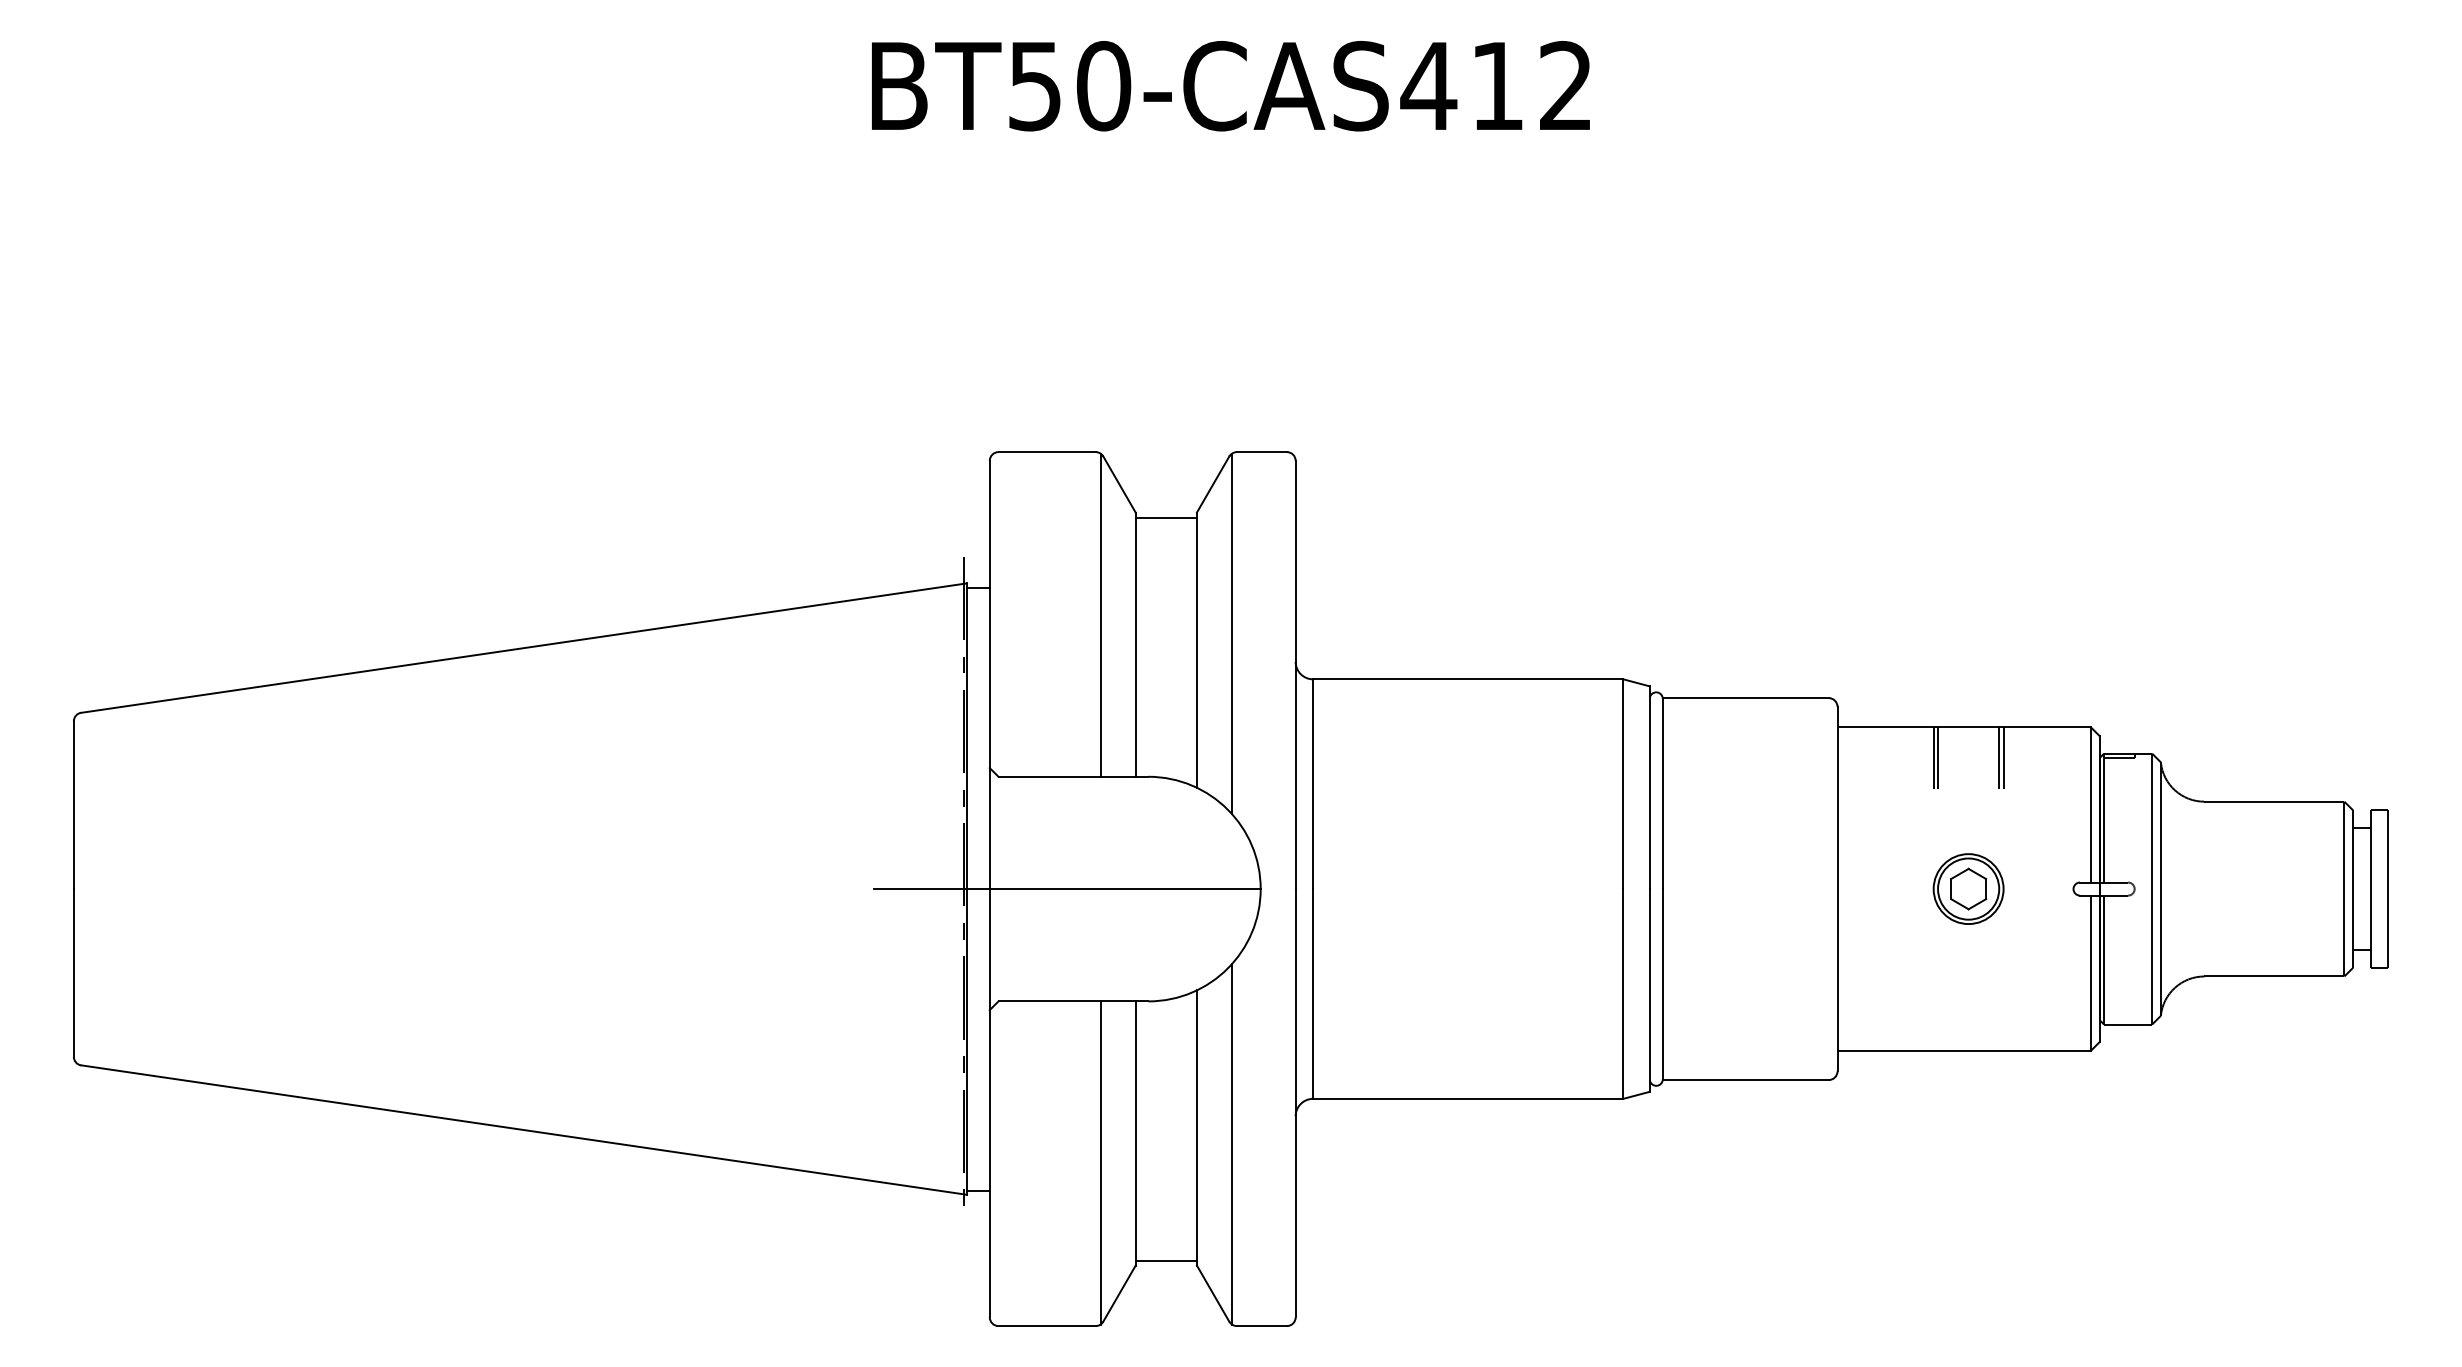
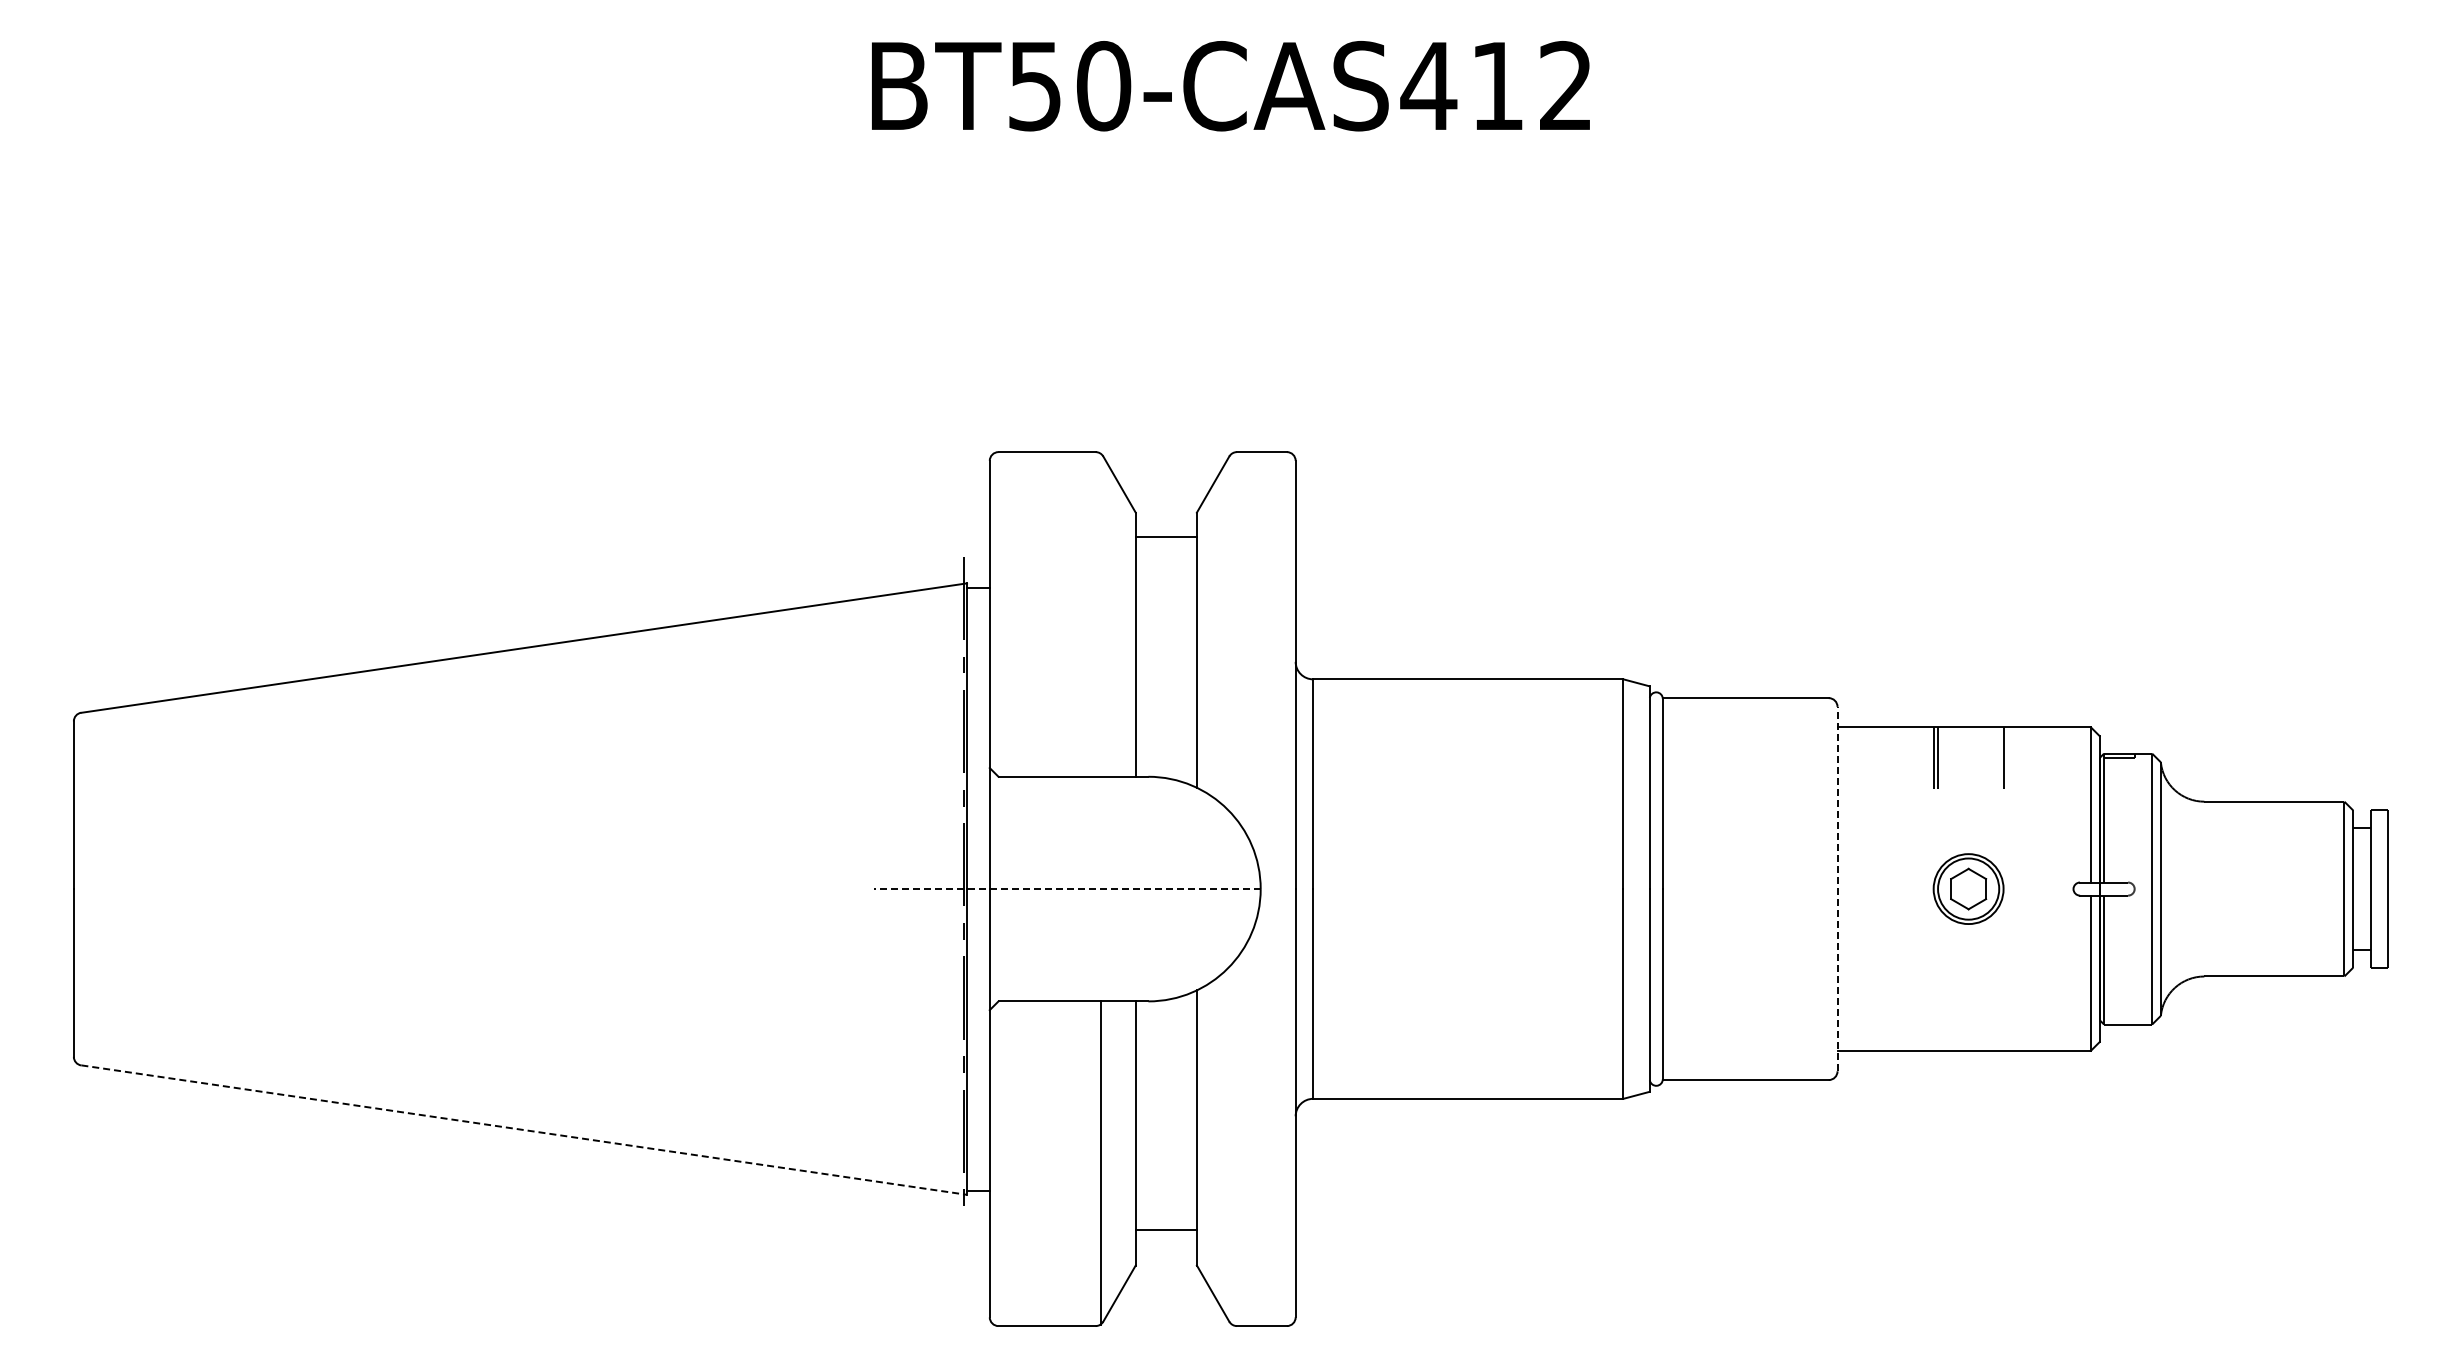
line at (1165, 517) position: (1165, 517) -> (1165, 536)
line at (1100, 614): present -> none
line at (1231, 633): present -> none
line at (1999, 757): present -> none
line at (1837, 888): solid -> dashed
line at (1066, 889): solid -> dashed
line at (524, 1130): solid -> dashed
line at (1231, 1144): present -> none
line at (1165, 1260) position: (1165, 1260) -> (1165, 1229)
